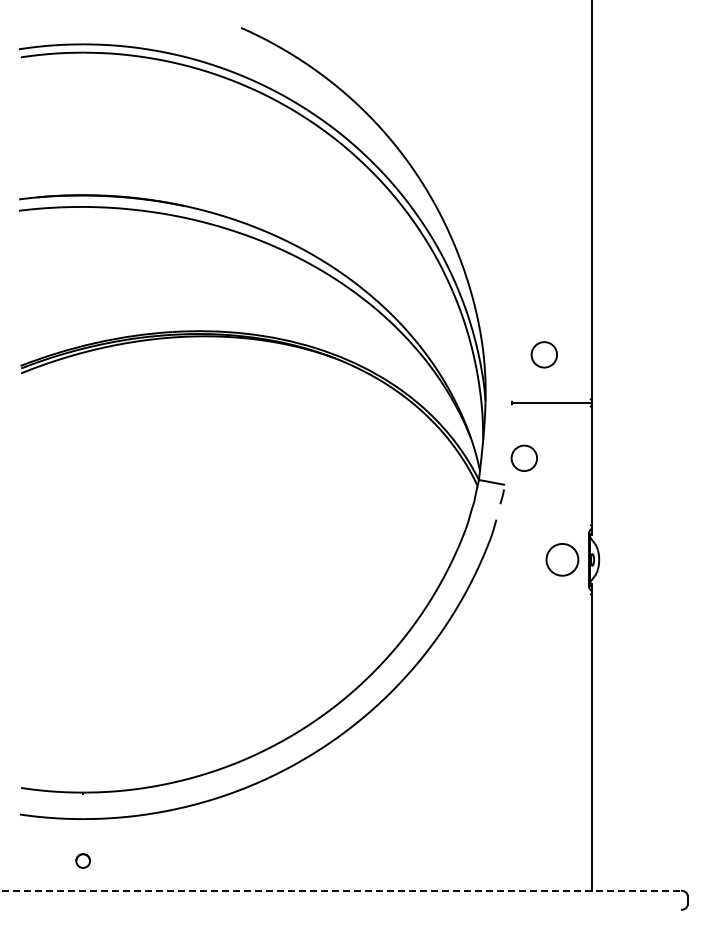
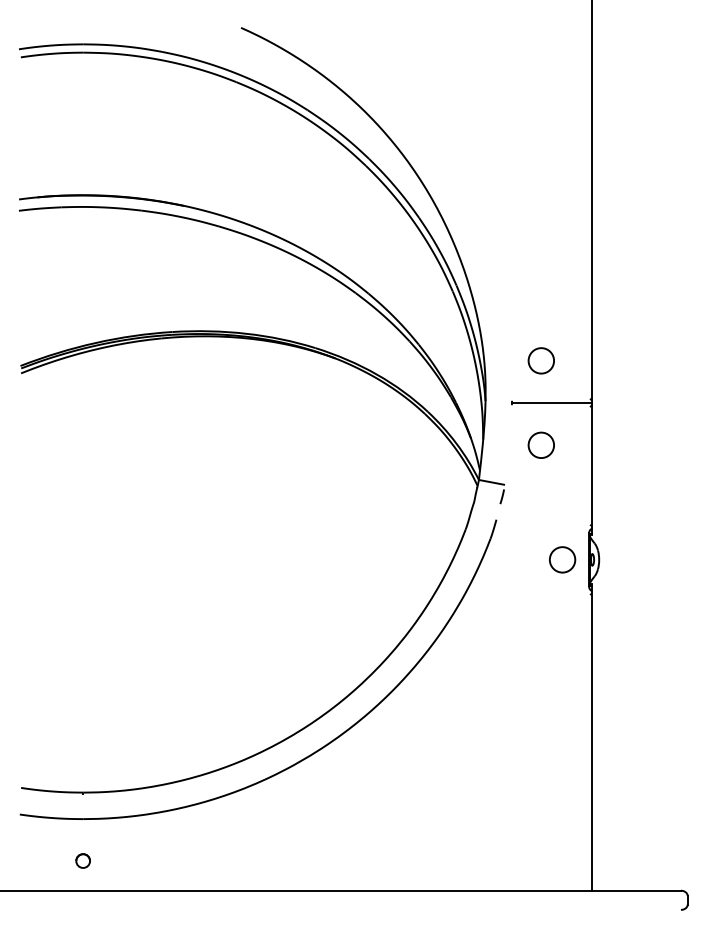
circle at (543, 354) position: (543, 354) -> (540, 360)
circle at (523, 457) position: (523, 457) -> (540, 444)
circle at (562, 559) size: 35x34 px -> 28x28 px
line at (341, 890): dashed -> solid
